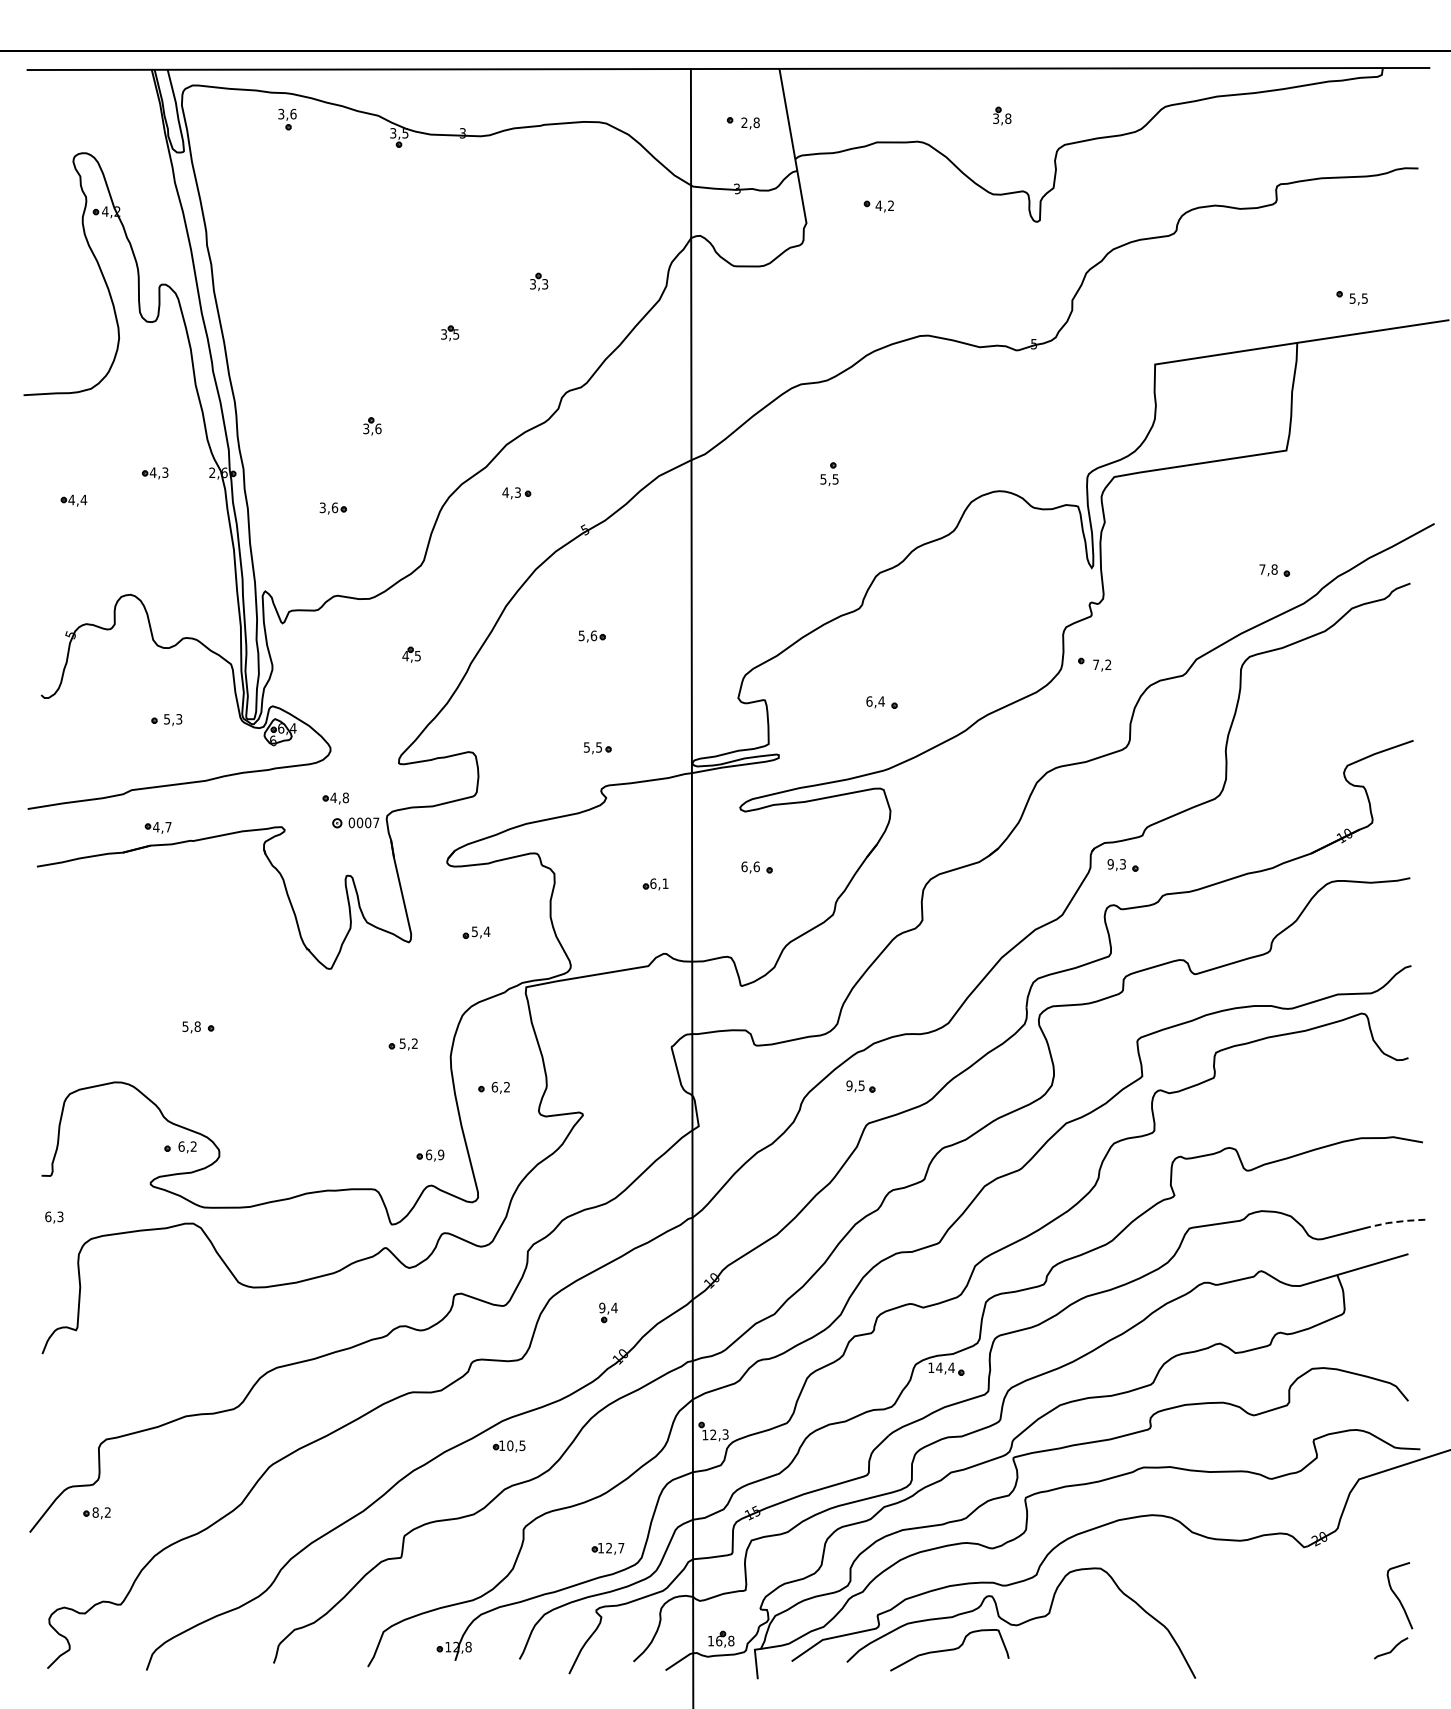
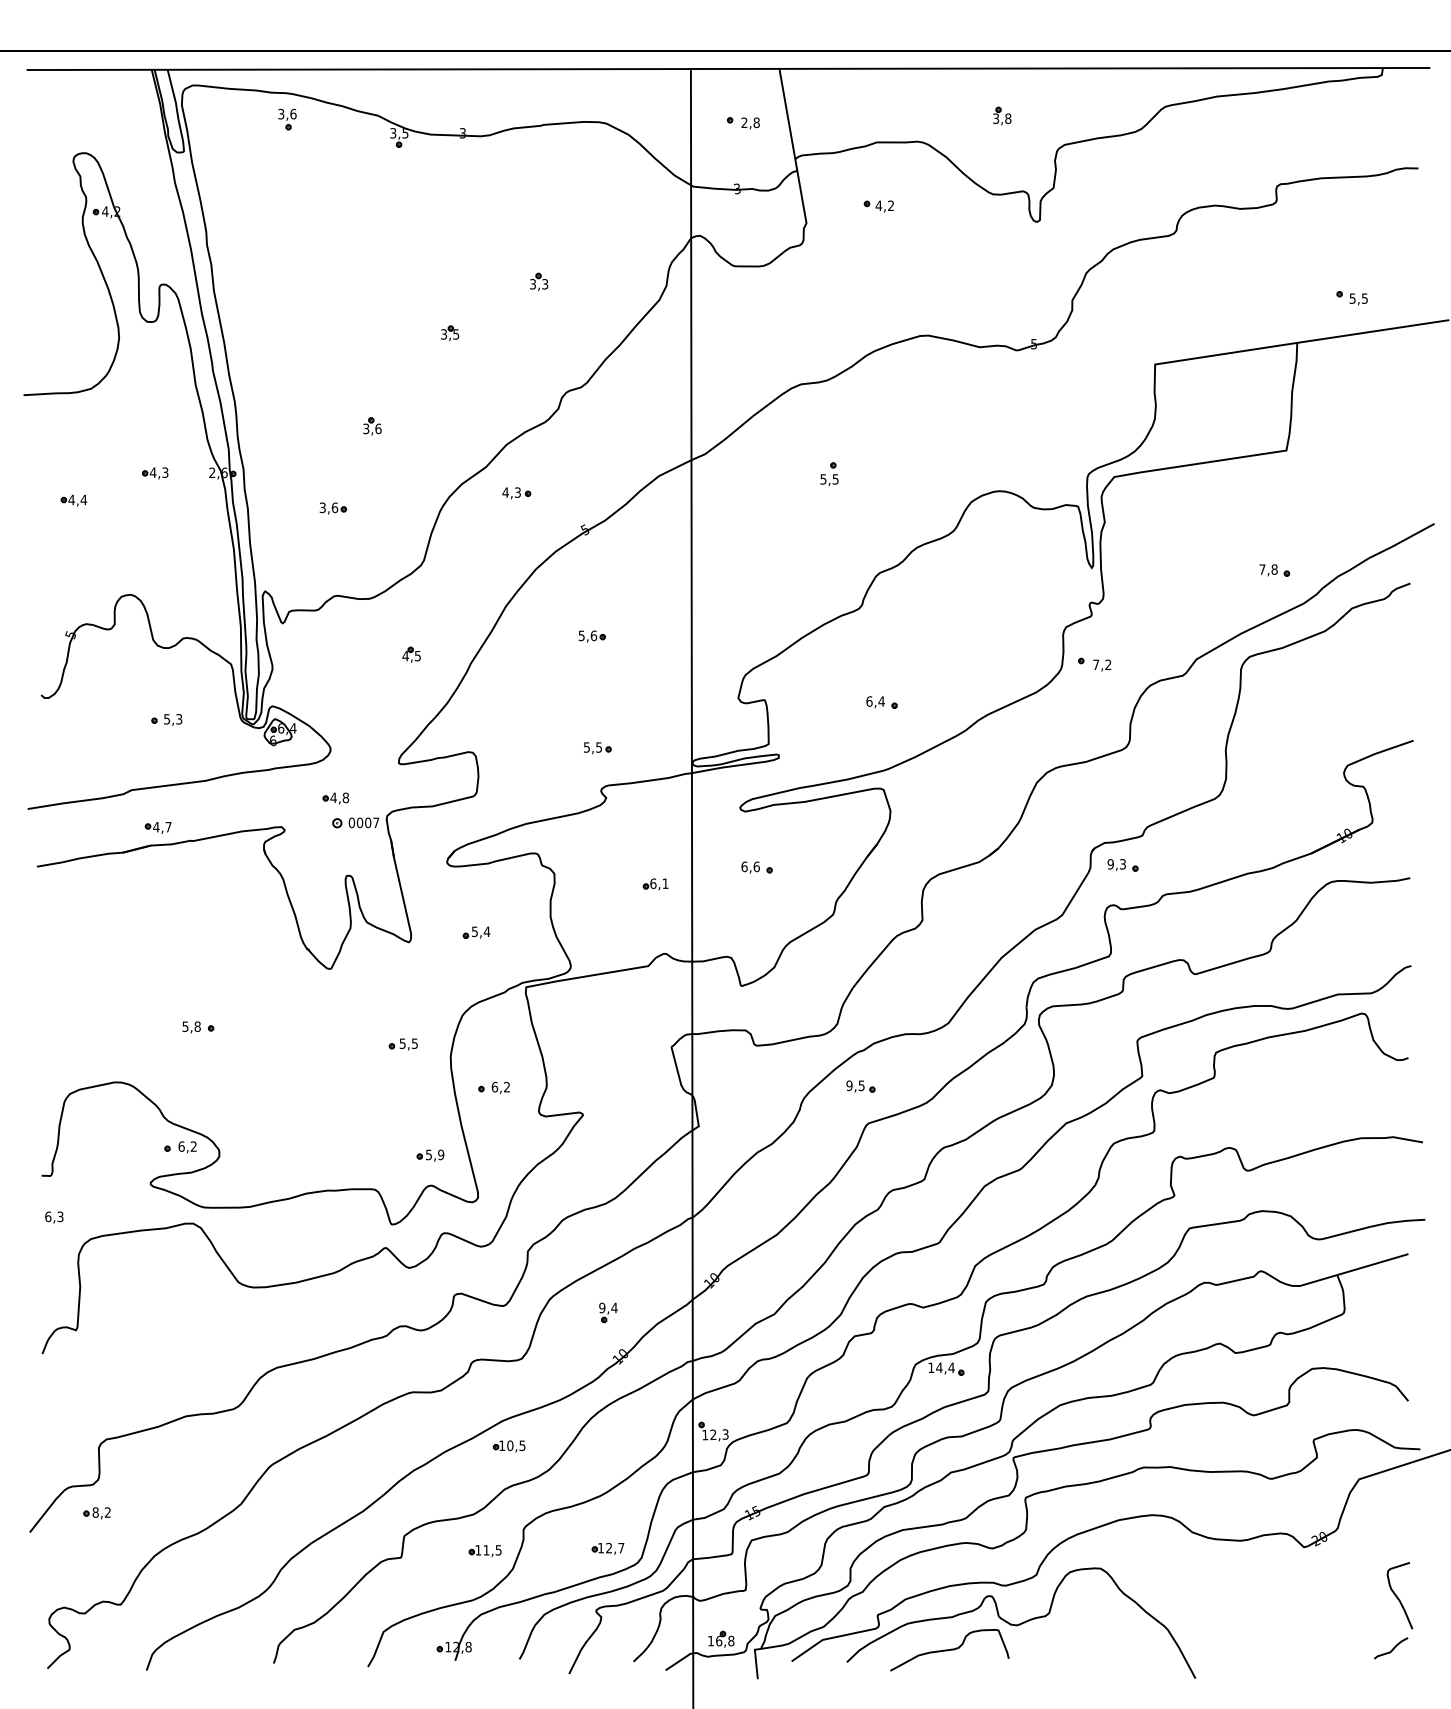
text at (414, 1043): 5,2 -> 5,5
text at (428, 1154): 6,9 -> 5,9
line at (1397, 1221): dashed -> solid
part at (484, 1550): none -> present
